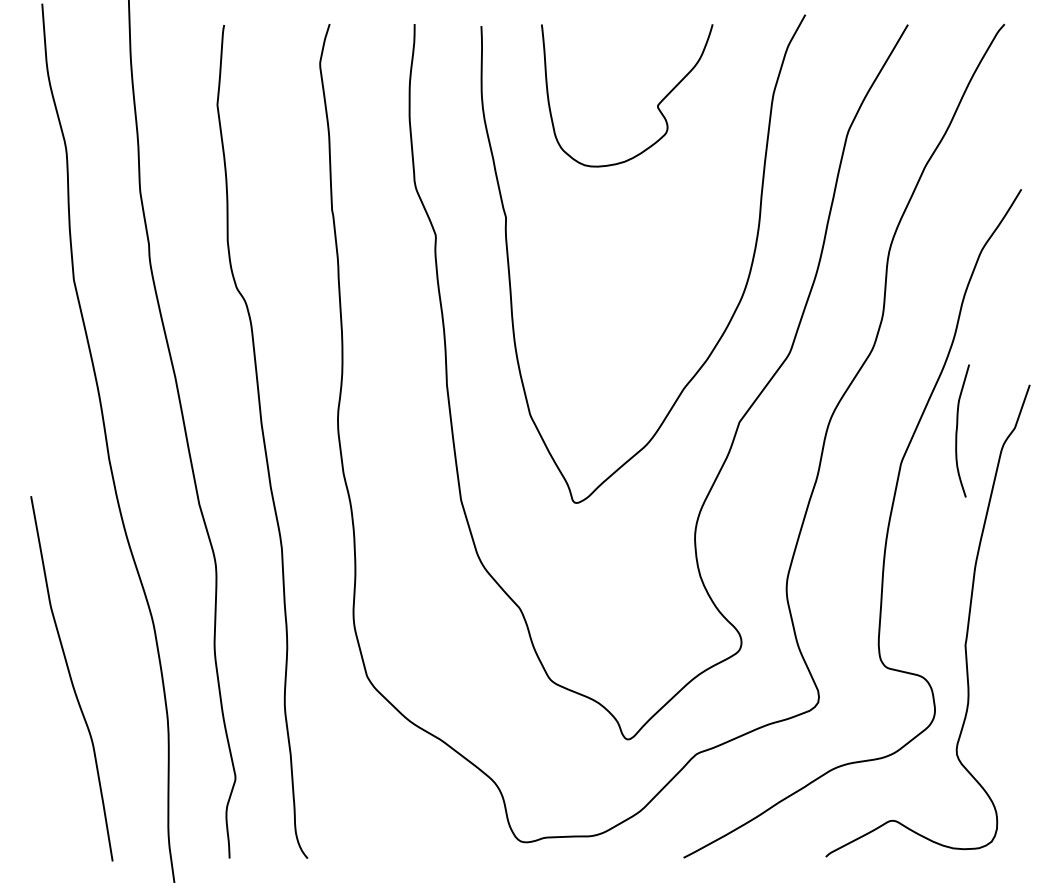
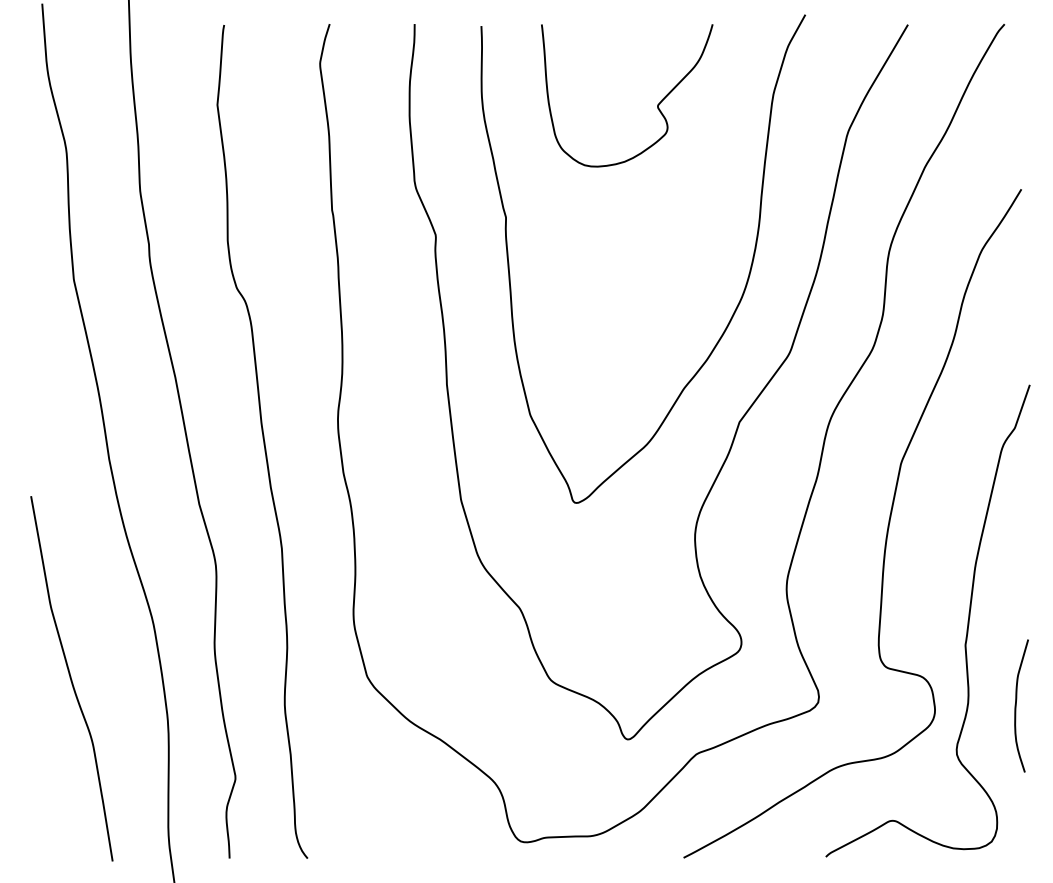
curve at (957, 430) position: (957, 430) -> (1016, 705)
